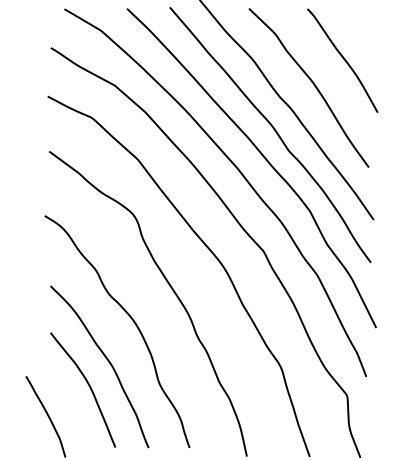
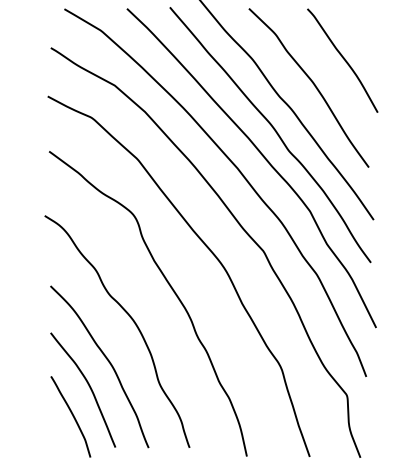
curve at (47, 416) position: (47, 416) -> (72, 416)
